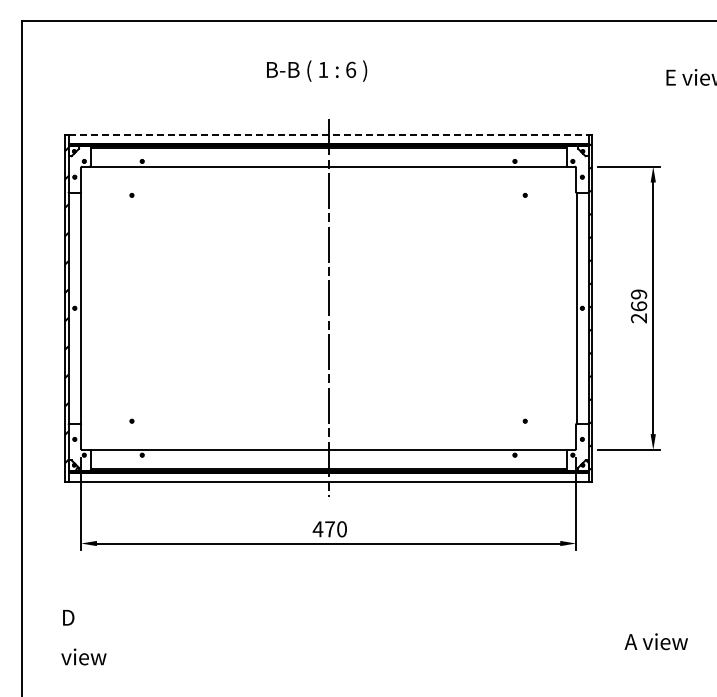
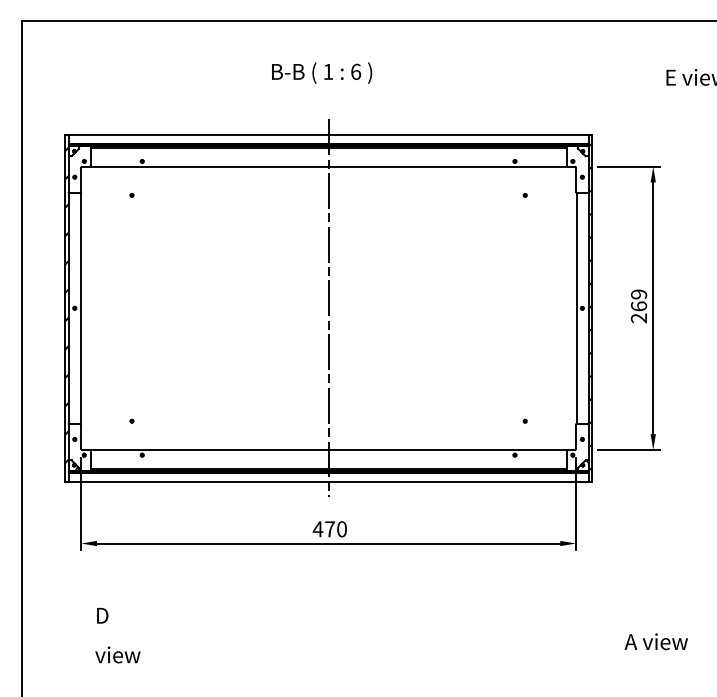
text at (317, 70) position: (317, 70) -> (322, 72)
line at (329, 135): dashed -> solid
text at (83, 637) position: (83, 637) -> (117, 635)
